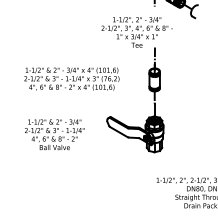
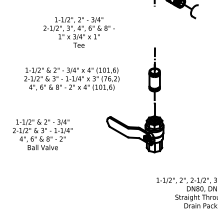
text at (136, 32) position: (136, 32) -> (78, 32)
text at (54, 134) position: (54, 134) -> (42, 134)
